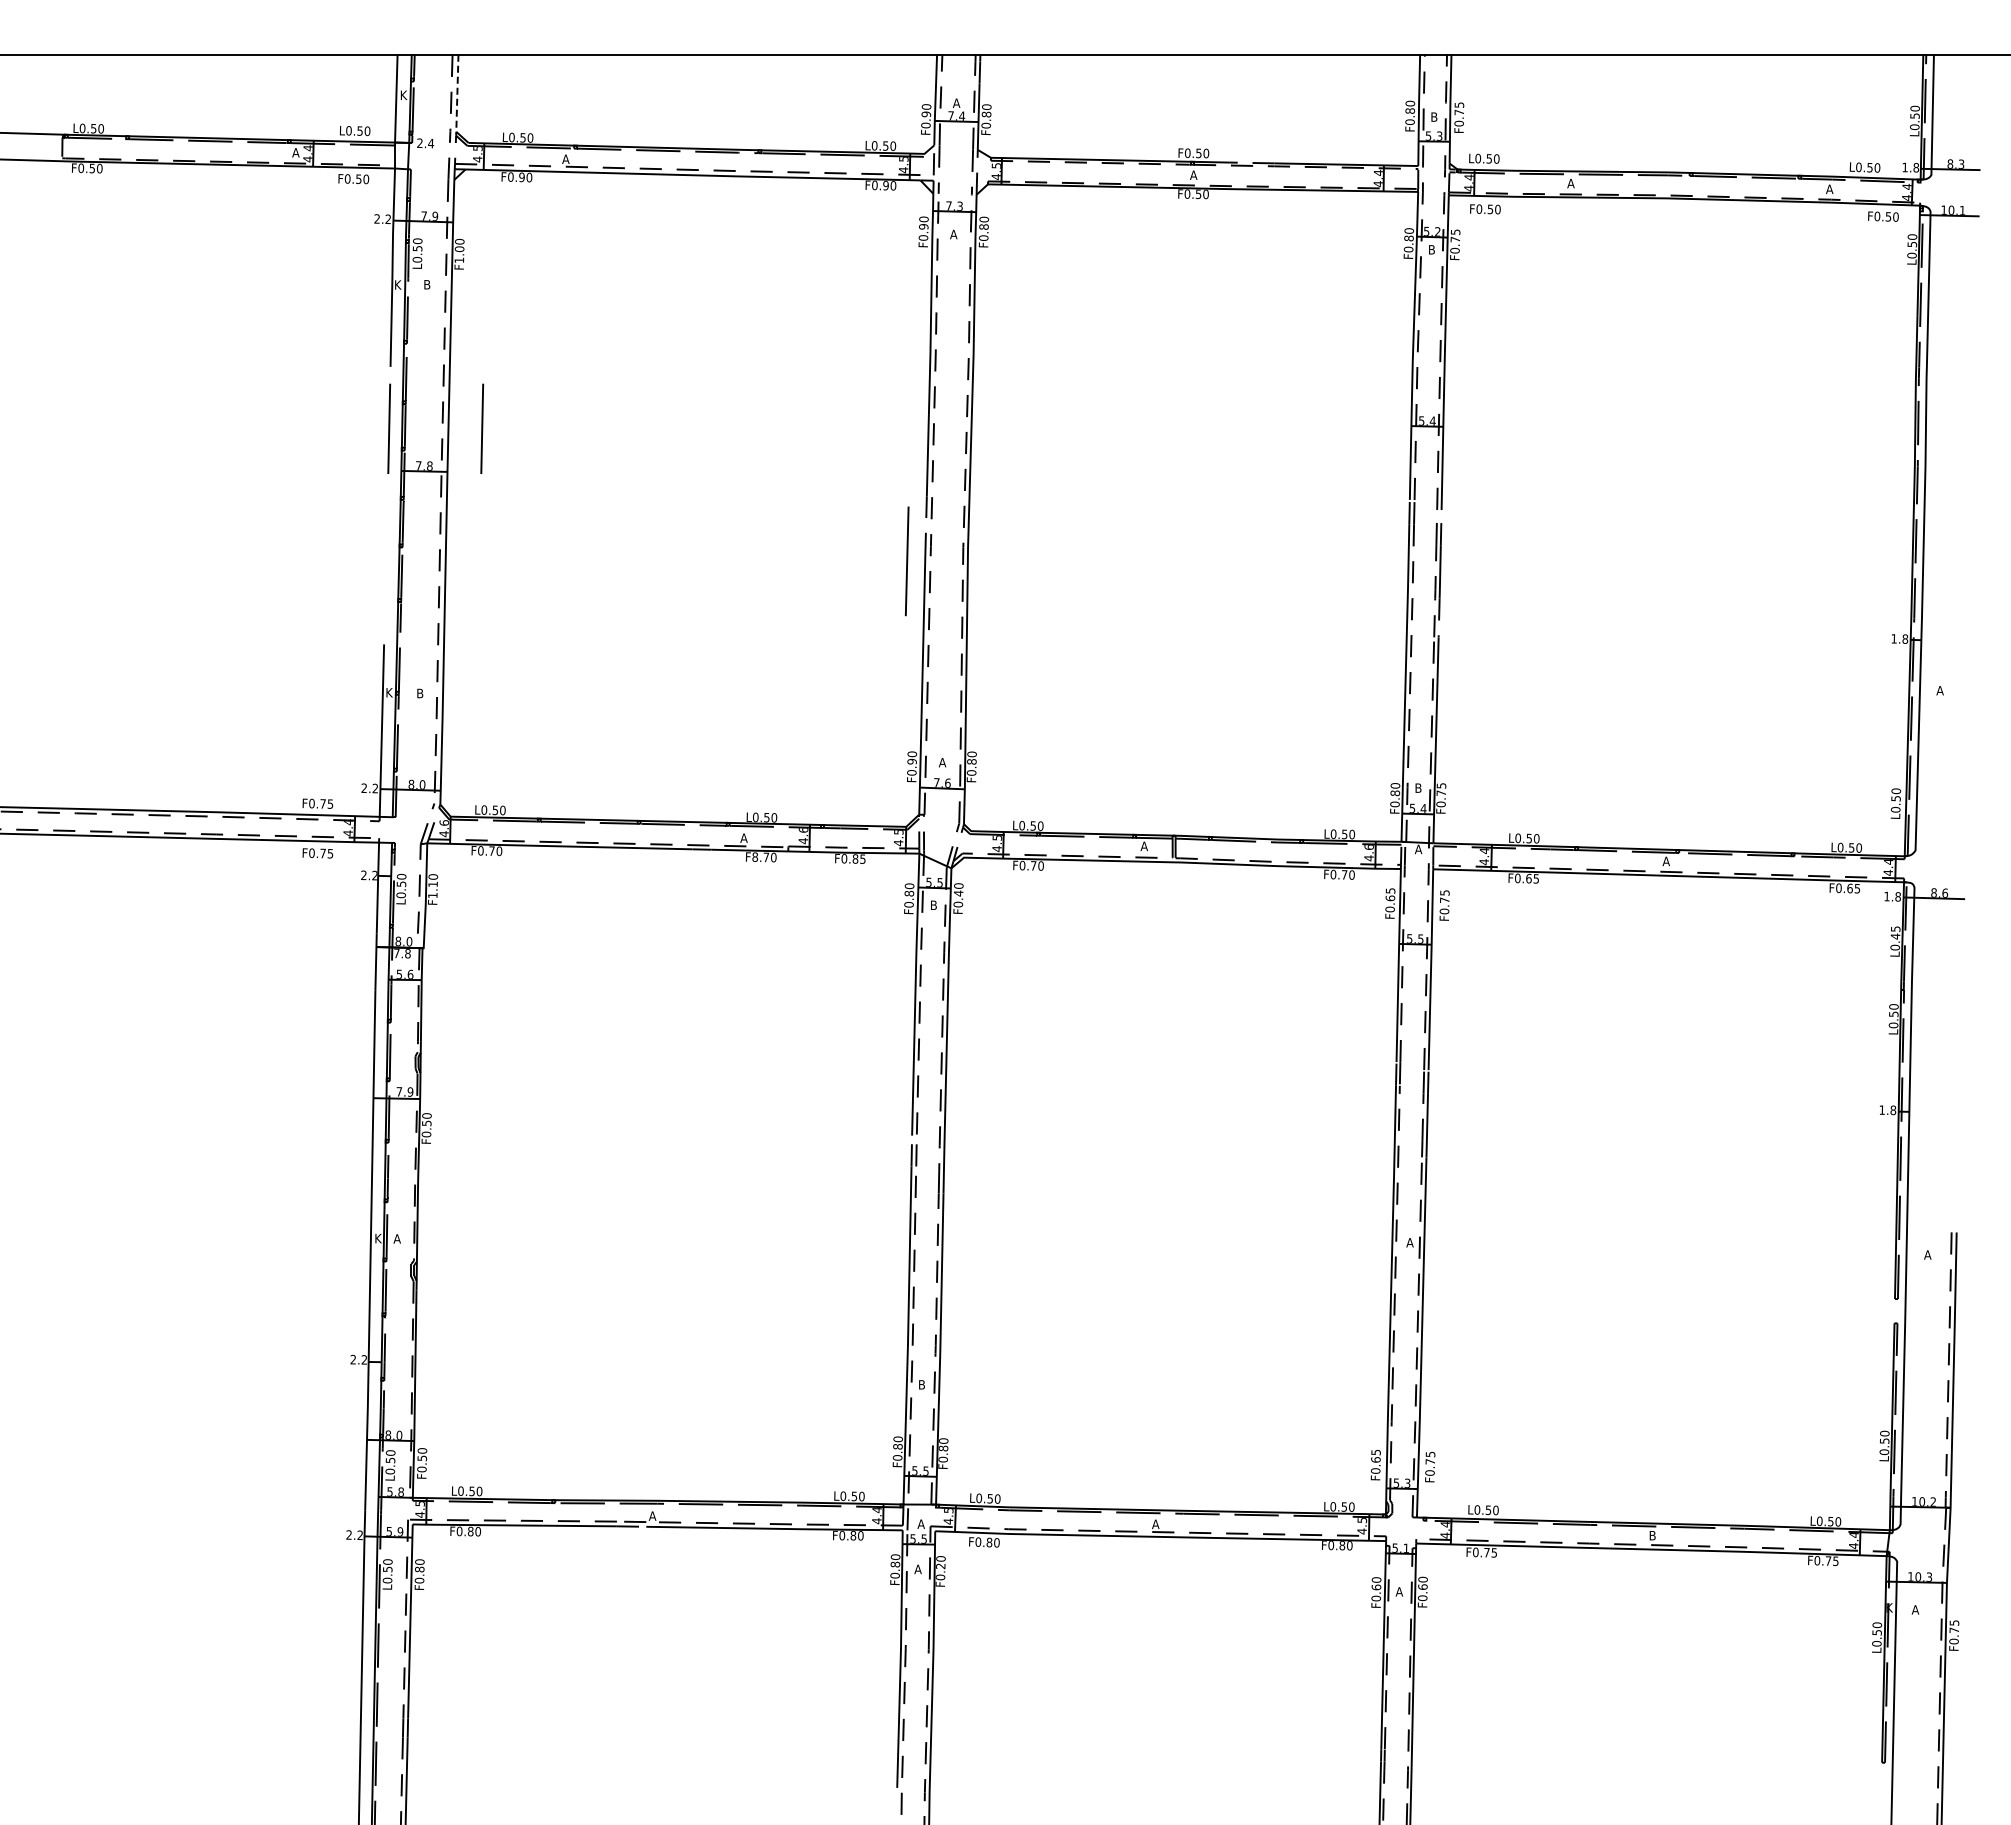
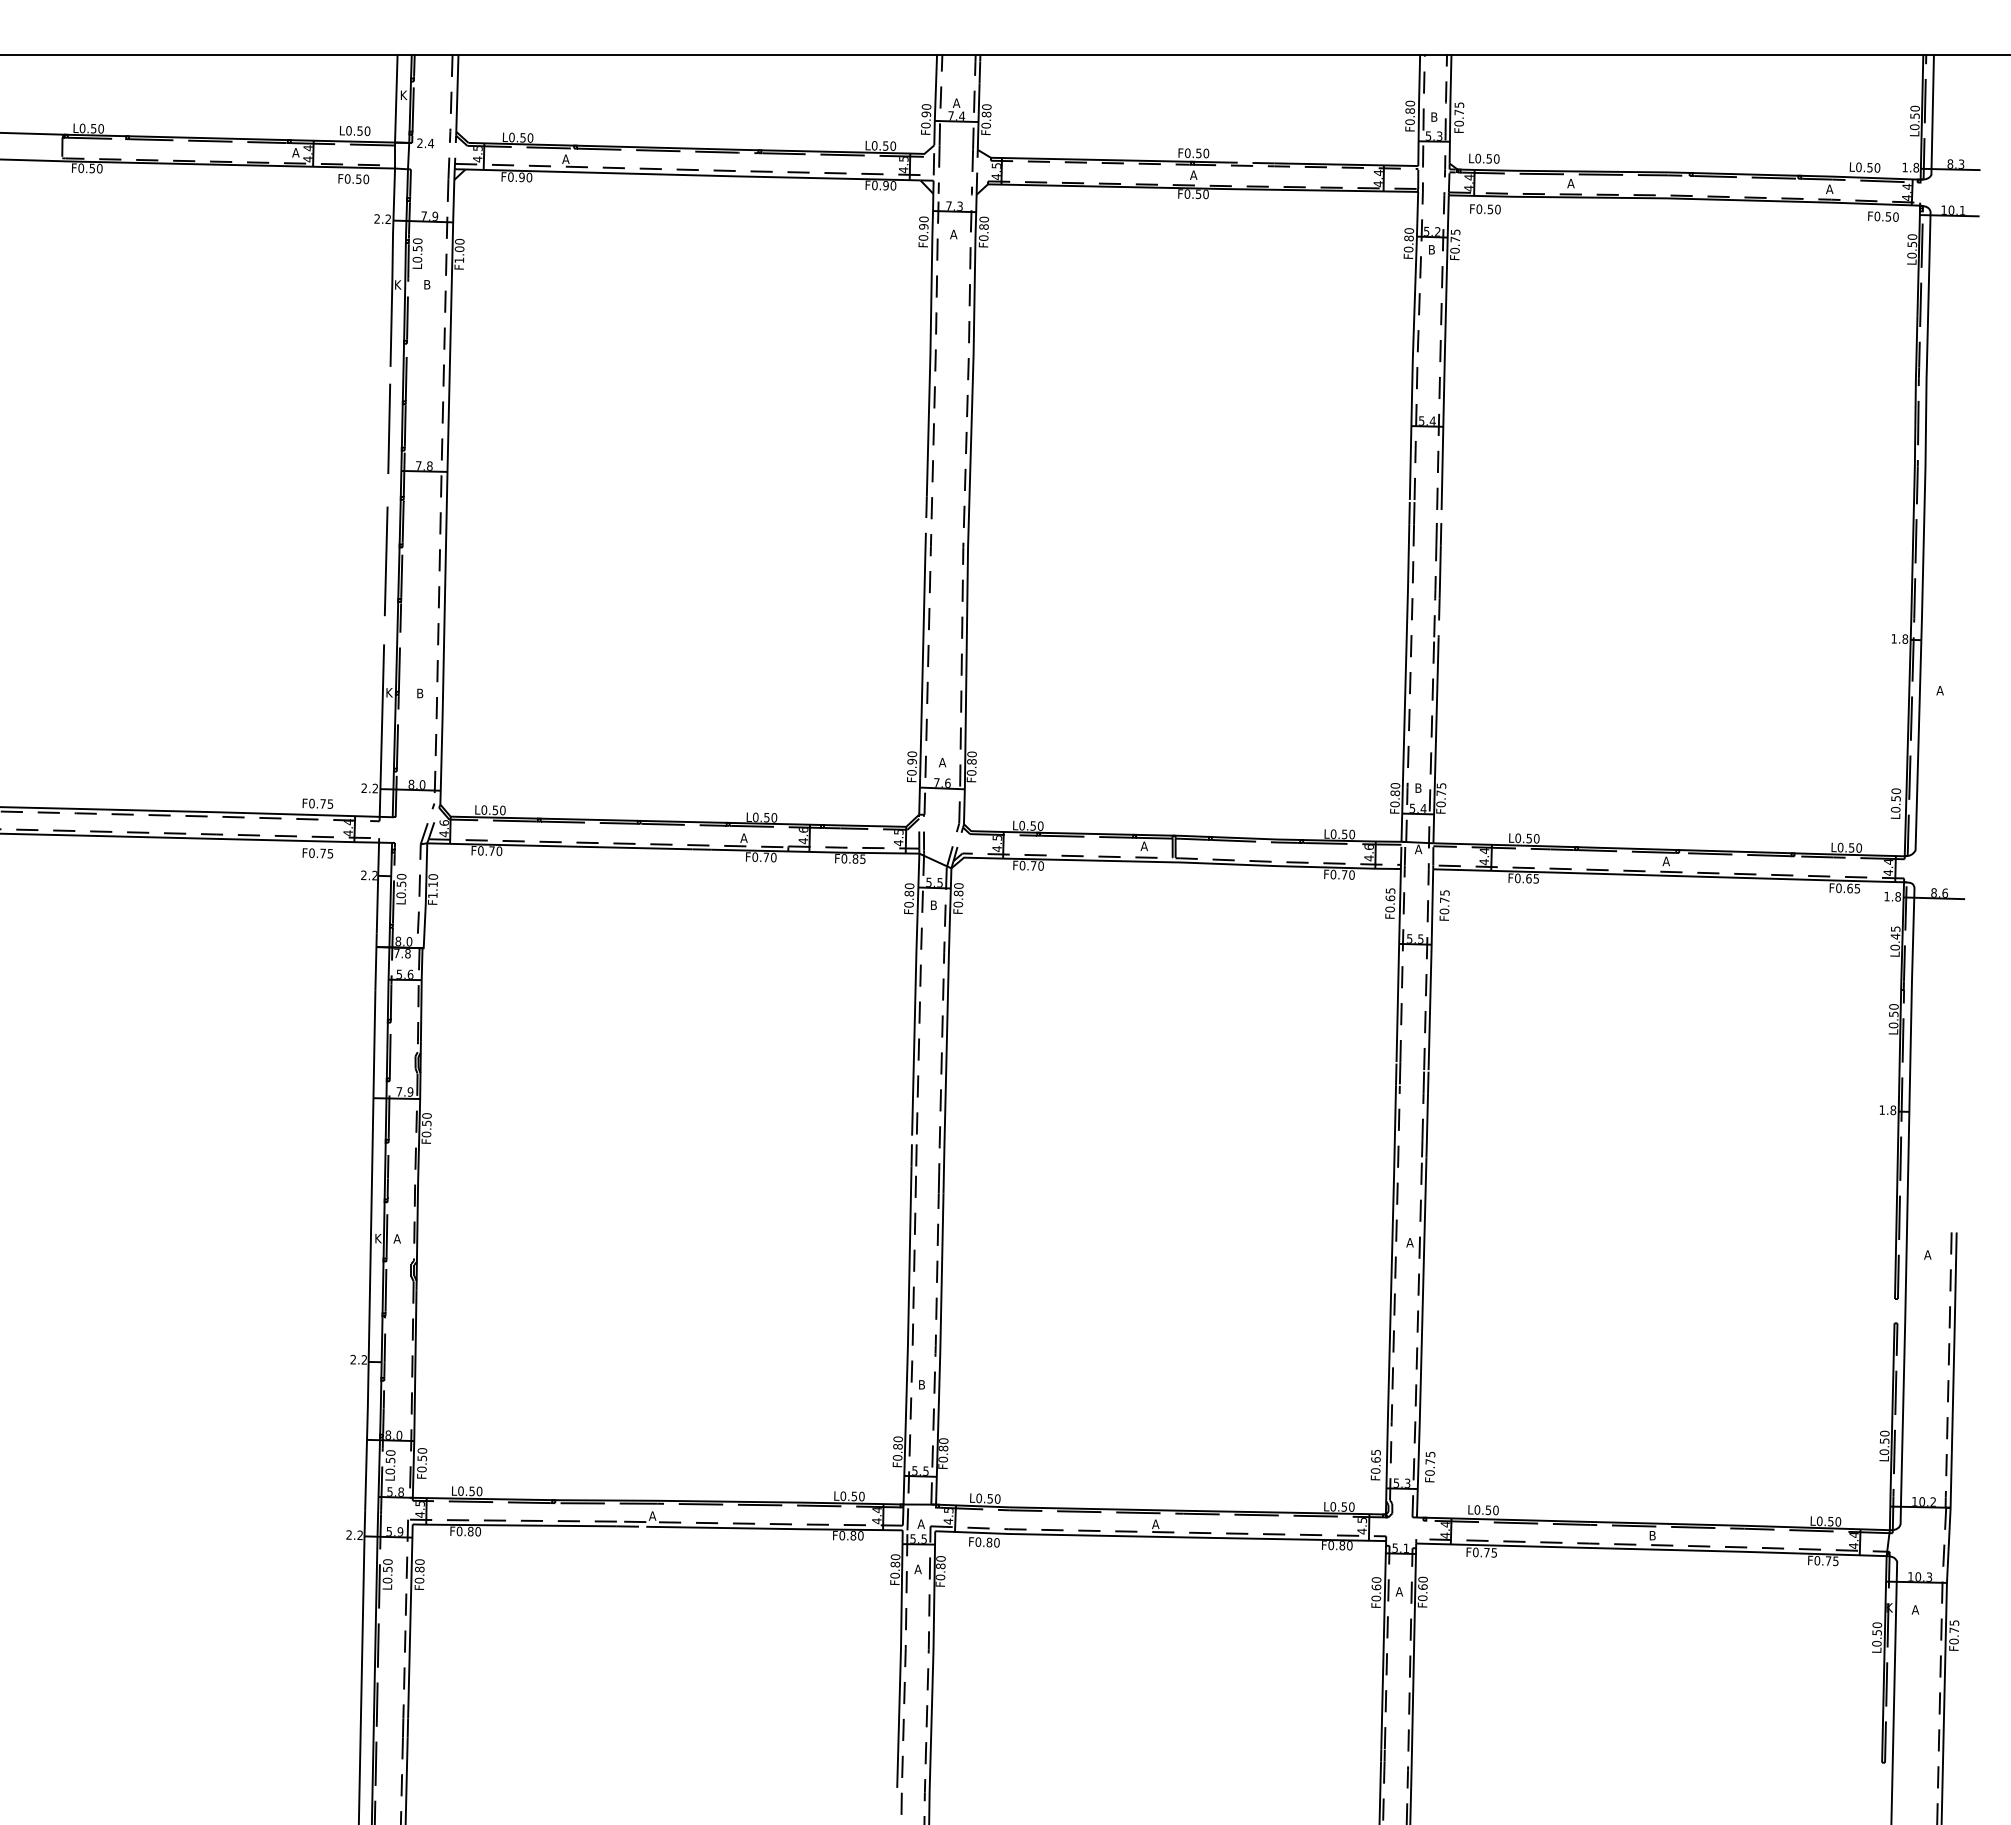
line at (457, 93): dashed -> solid
line at (482, 428): present -> none
line at (906, 561) position: (906, 561) -> (385, 561)
text at (755, 856): F8.70 -> F0.70
text at (958, 893): F0.40 -> F0.80
text at (940, 1566): F0.20 -> F0.80
